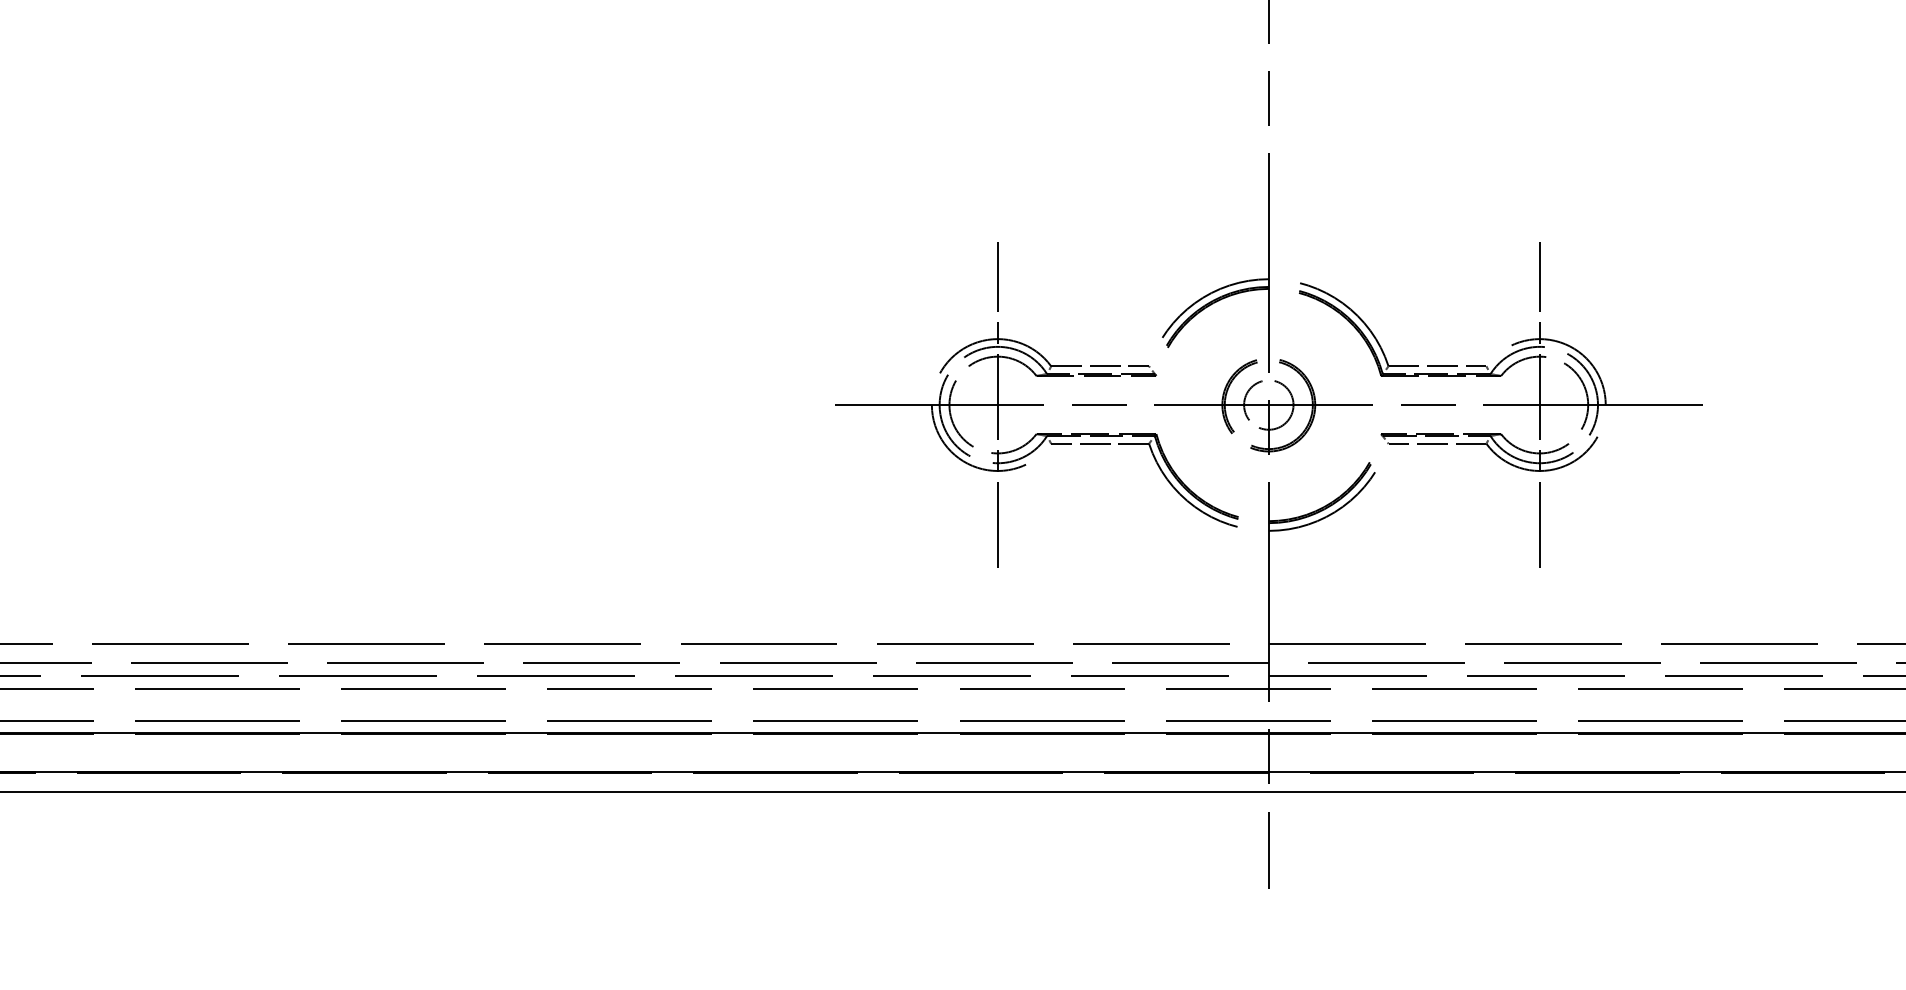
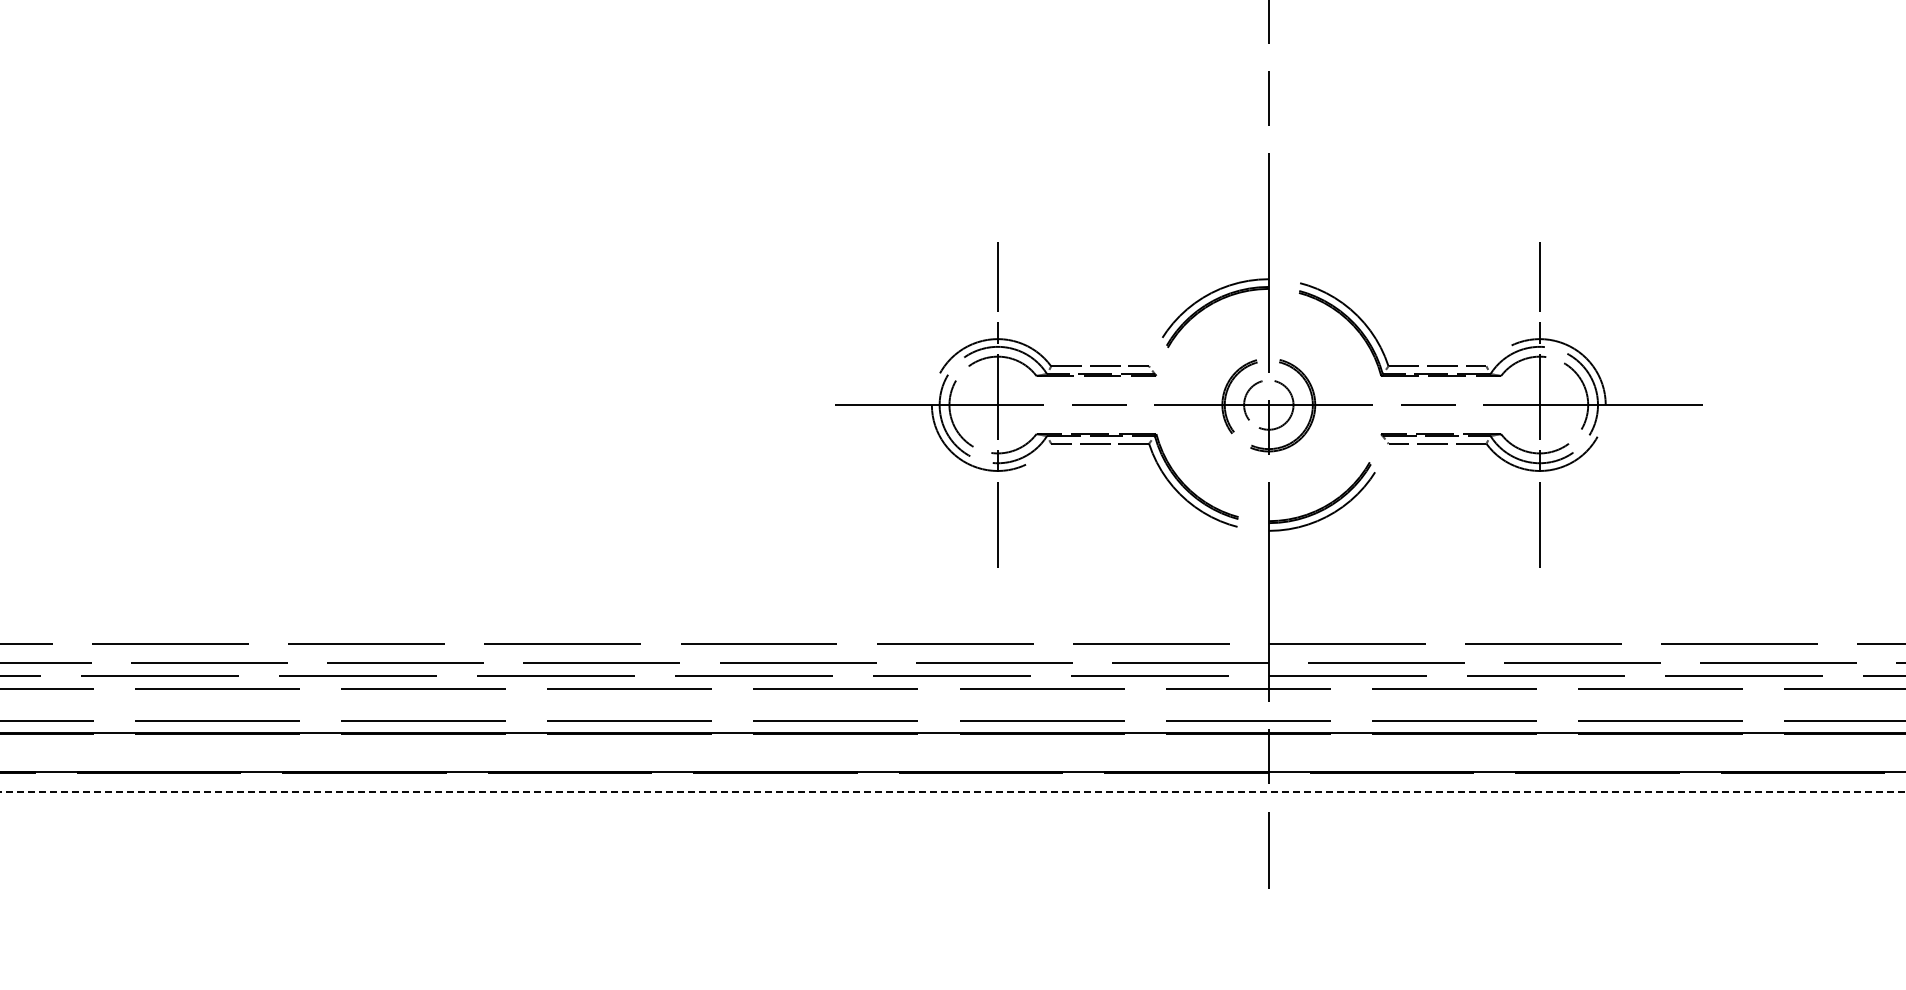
line at (953, 792): solid -> dashed
